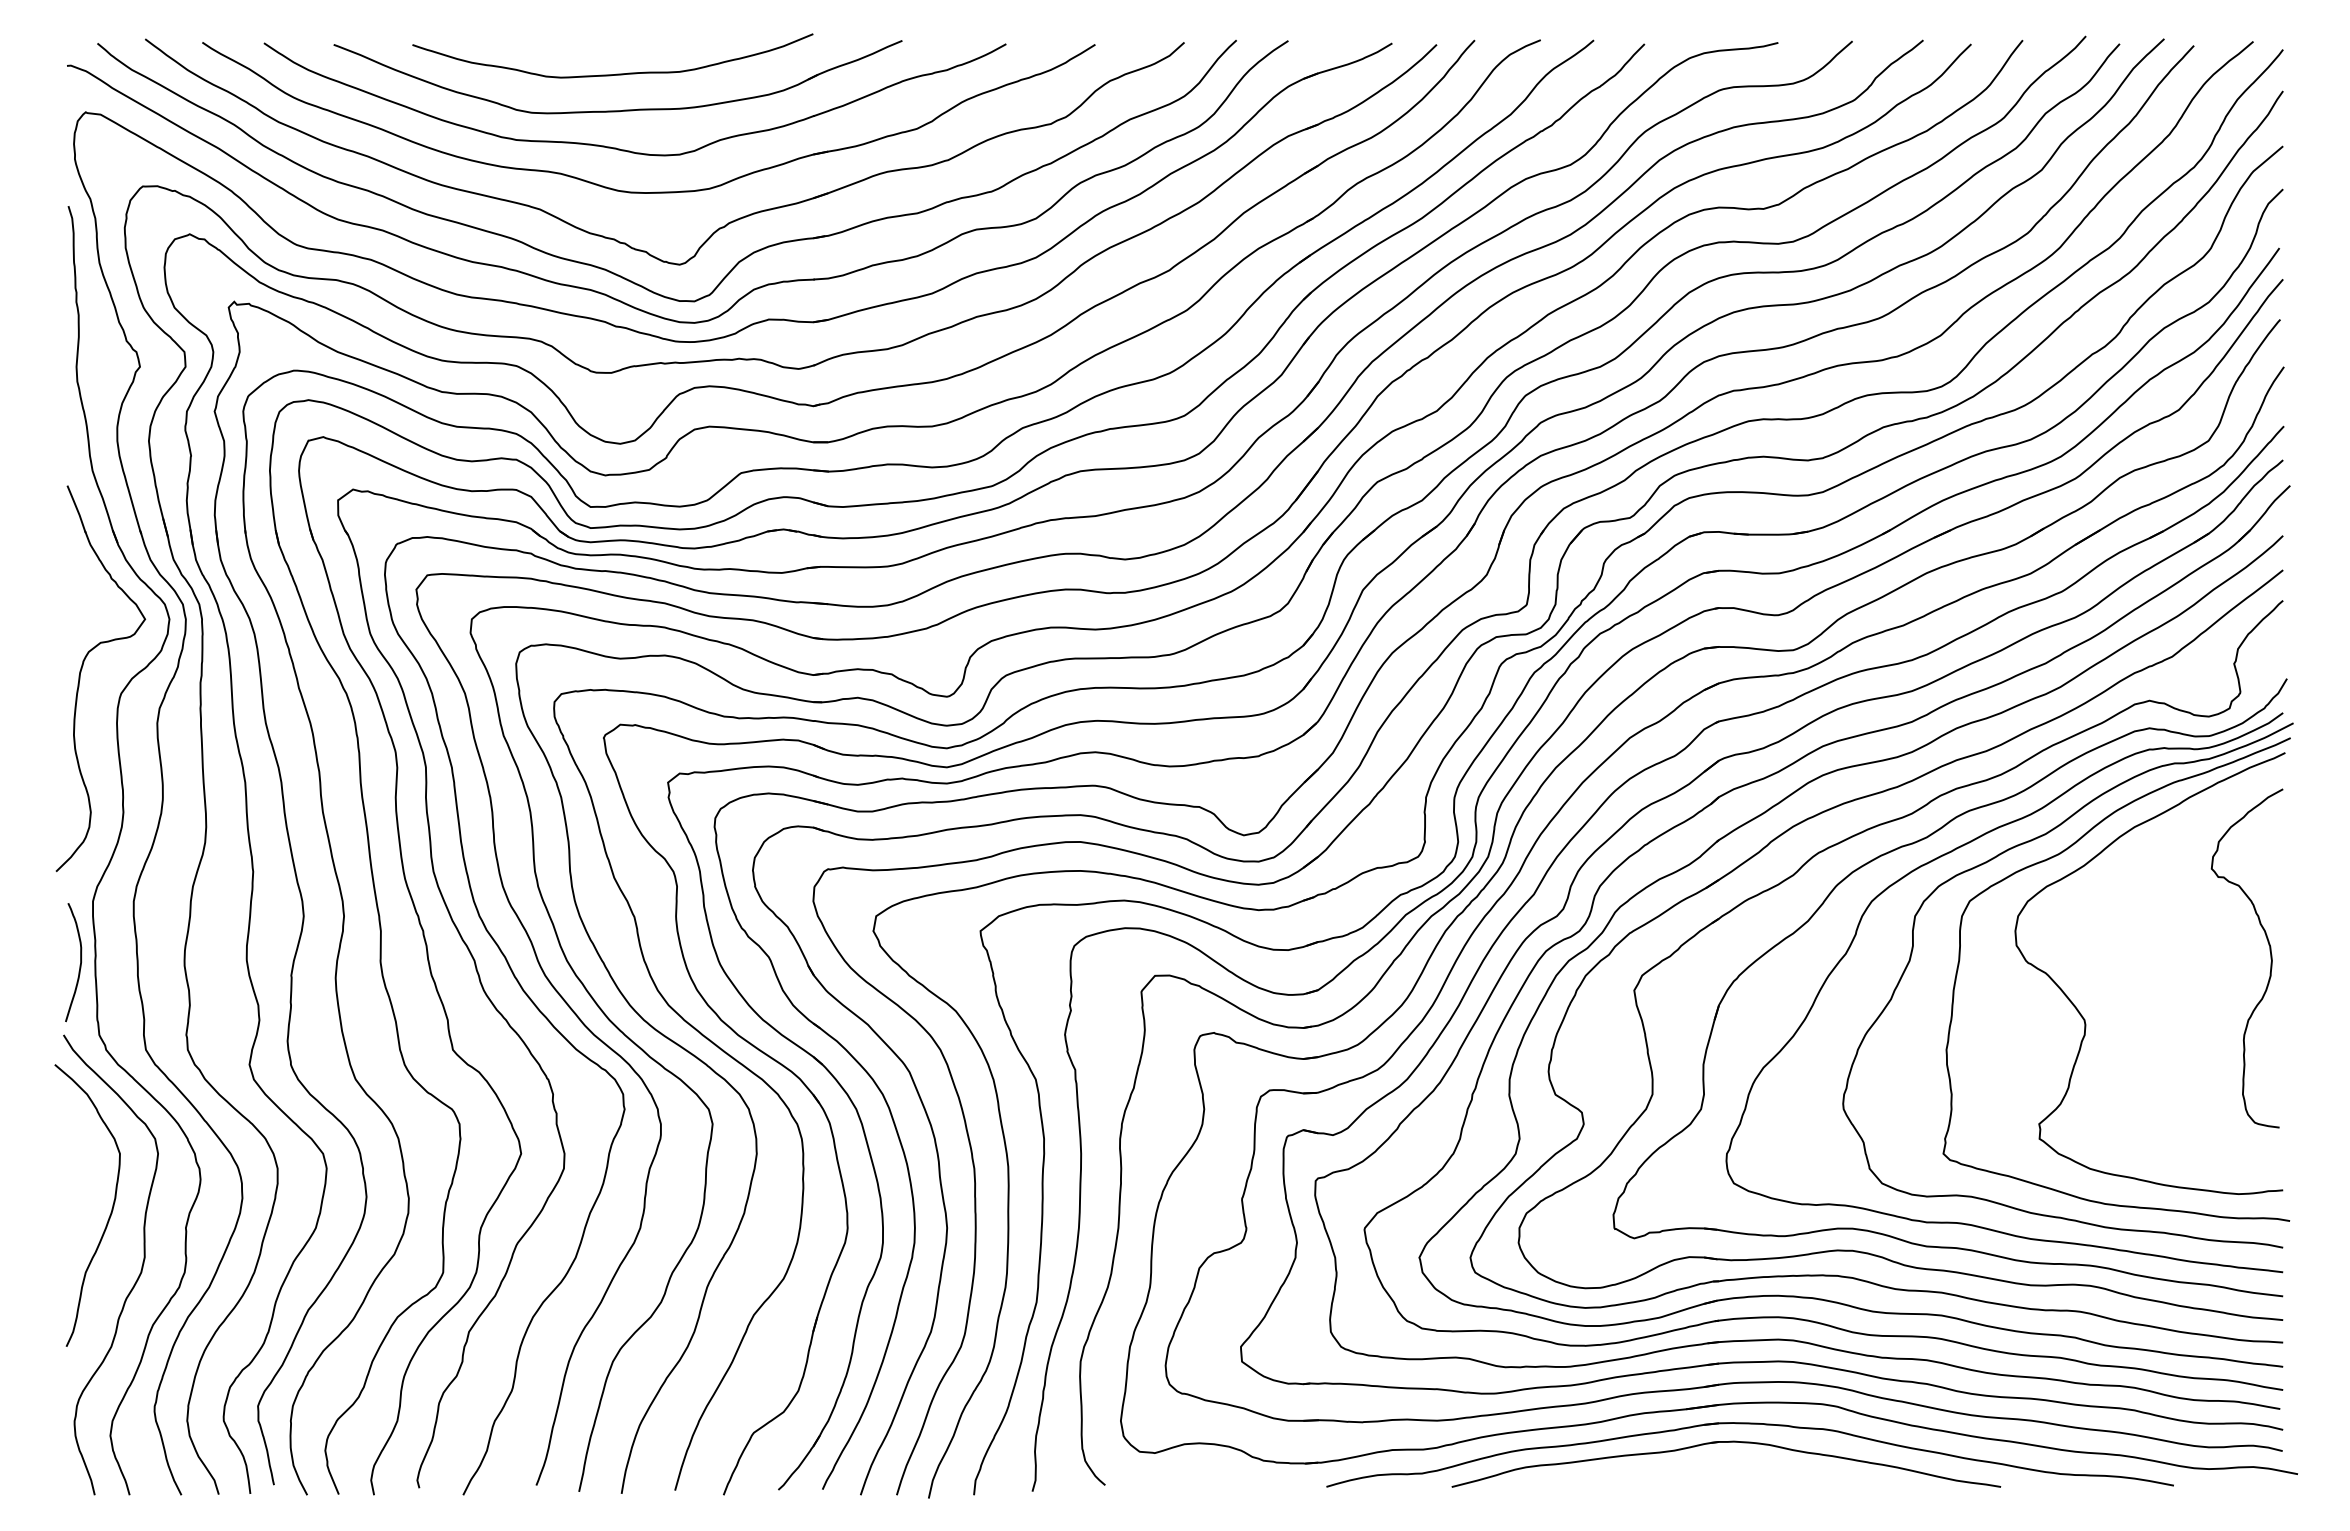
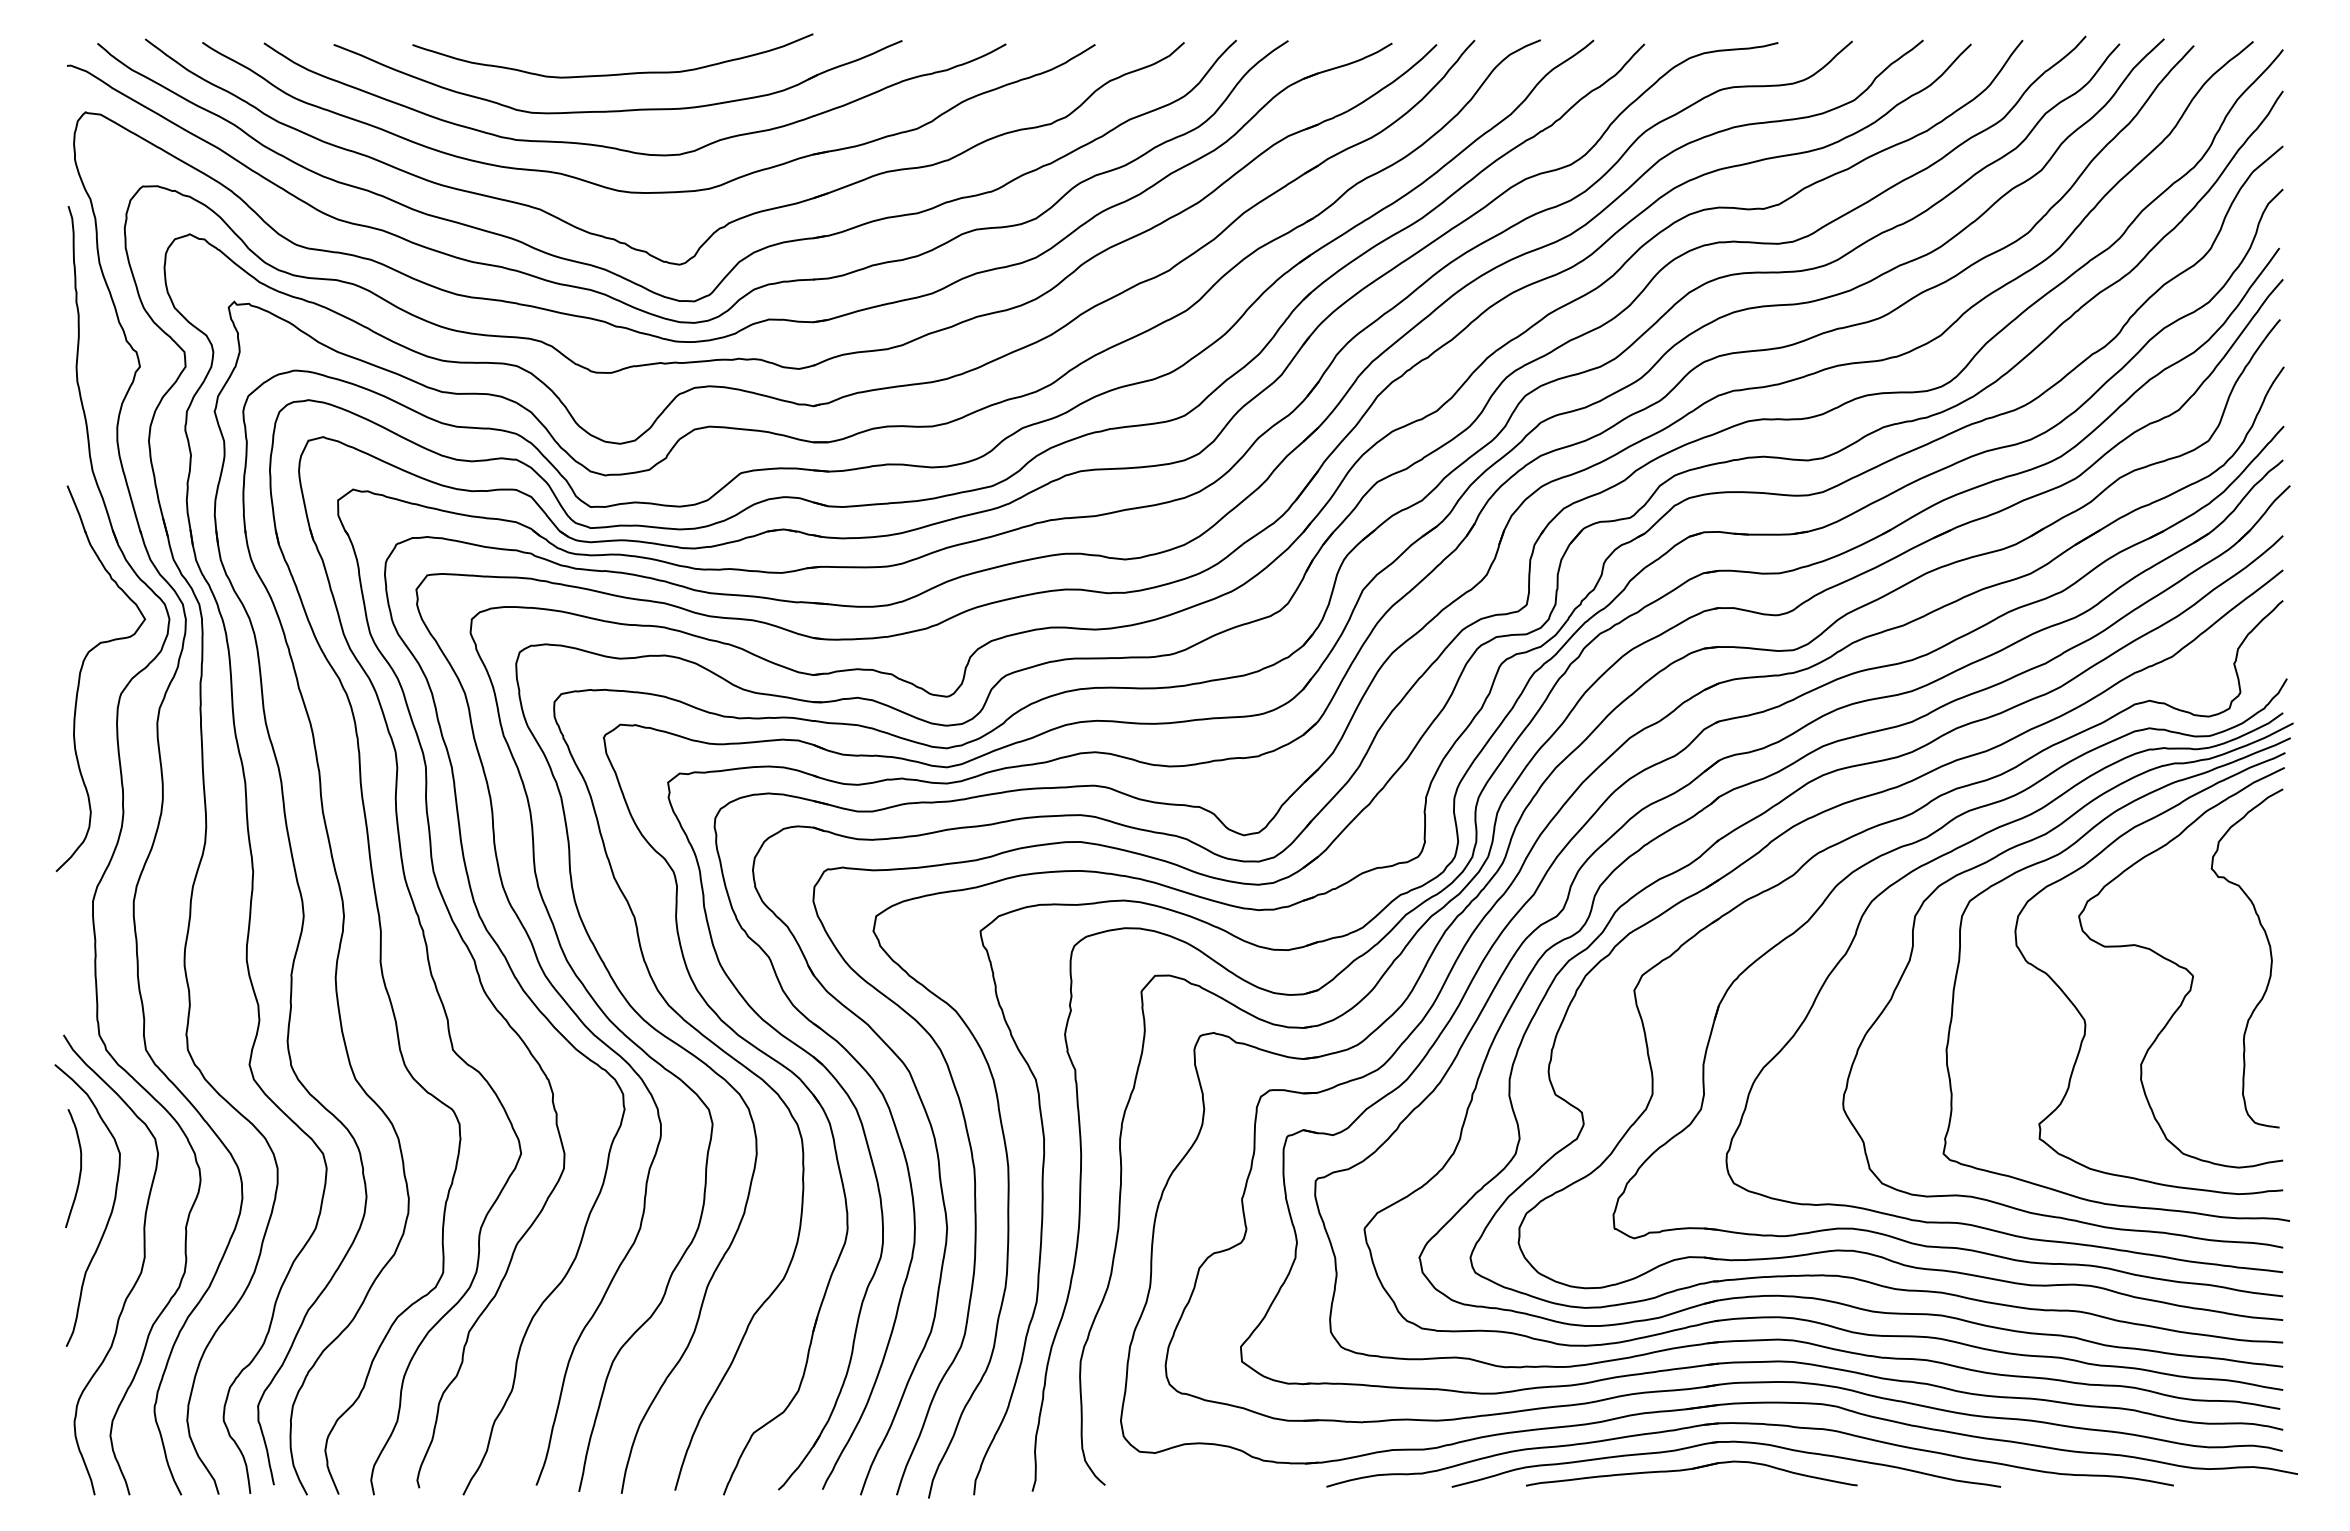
curve at (79, 965) position: (79, 965) -> (79, 1171)
curve at (2181, 967): none -> present
part at (1691, 1473): none -> present
